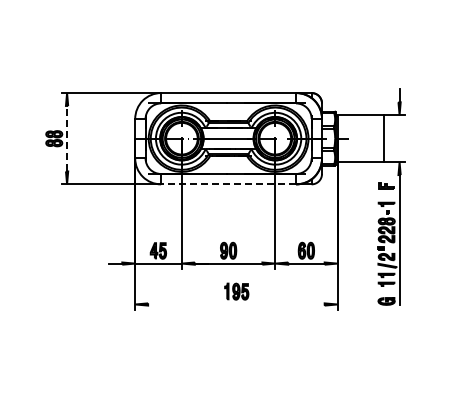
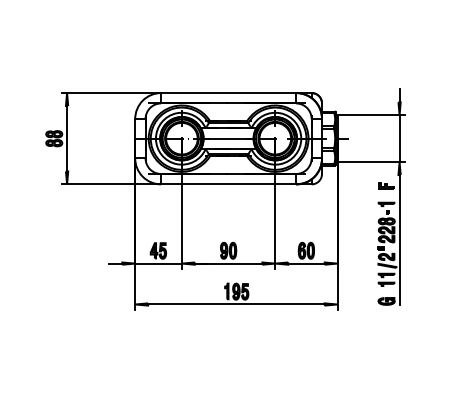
line at (67, 138): dashed -> solid
line at (383, 138) position: (383, 138) -> (399, 138)
line at (228, 184): dashed -> solid
line at (236, 304): none -> present
